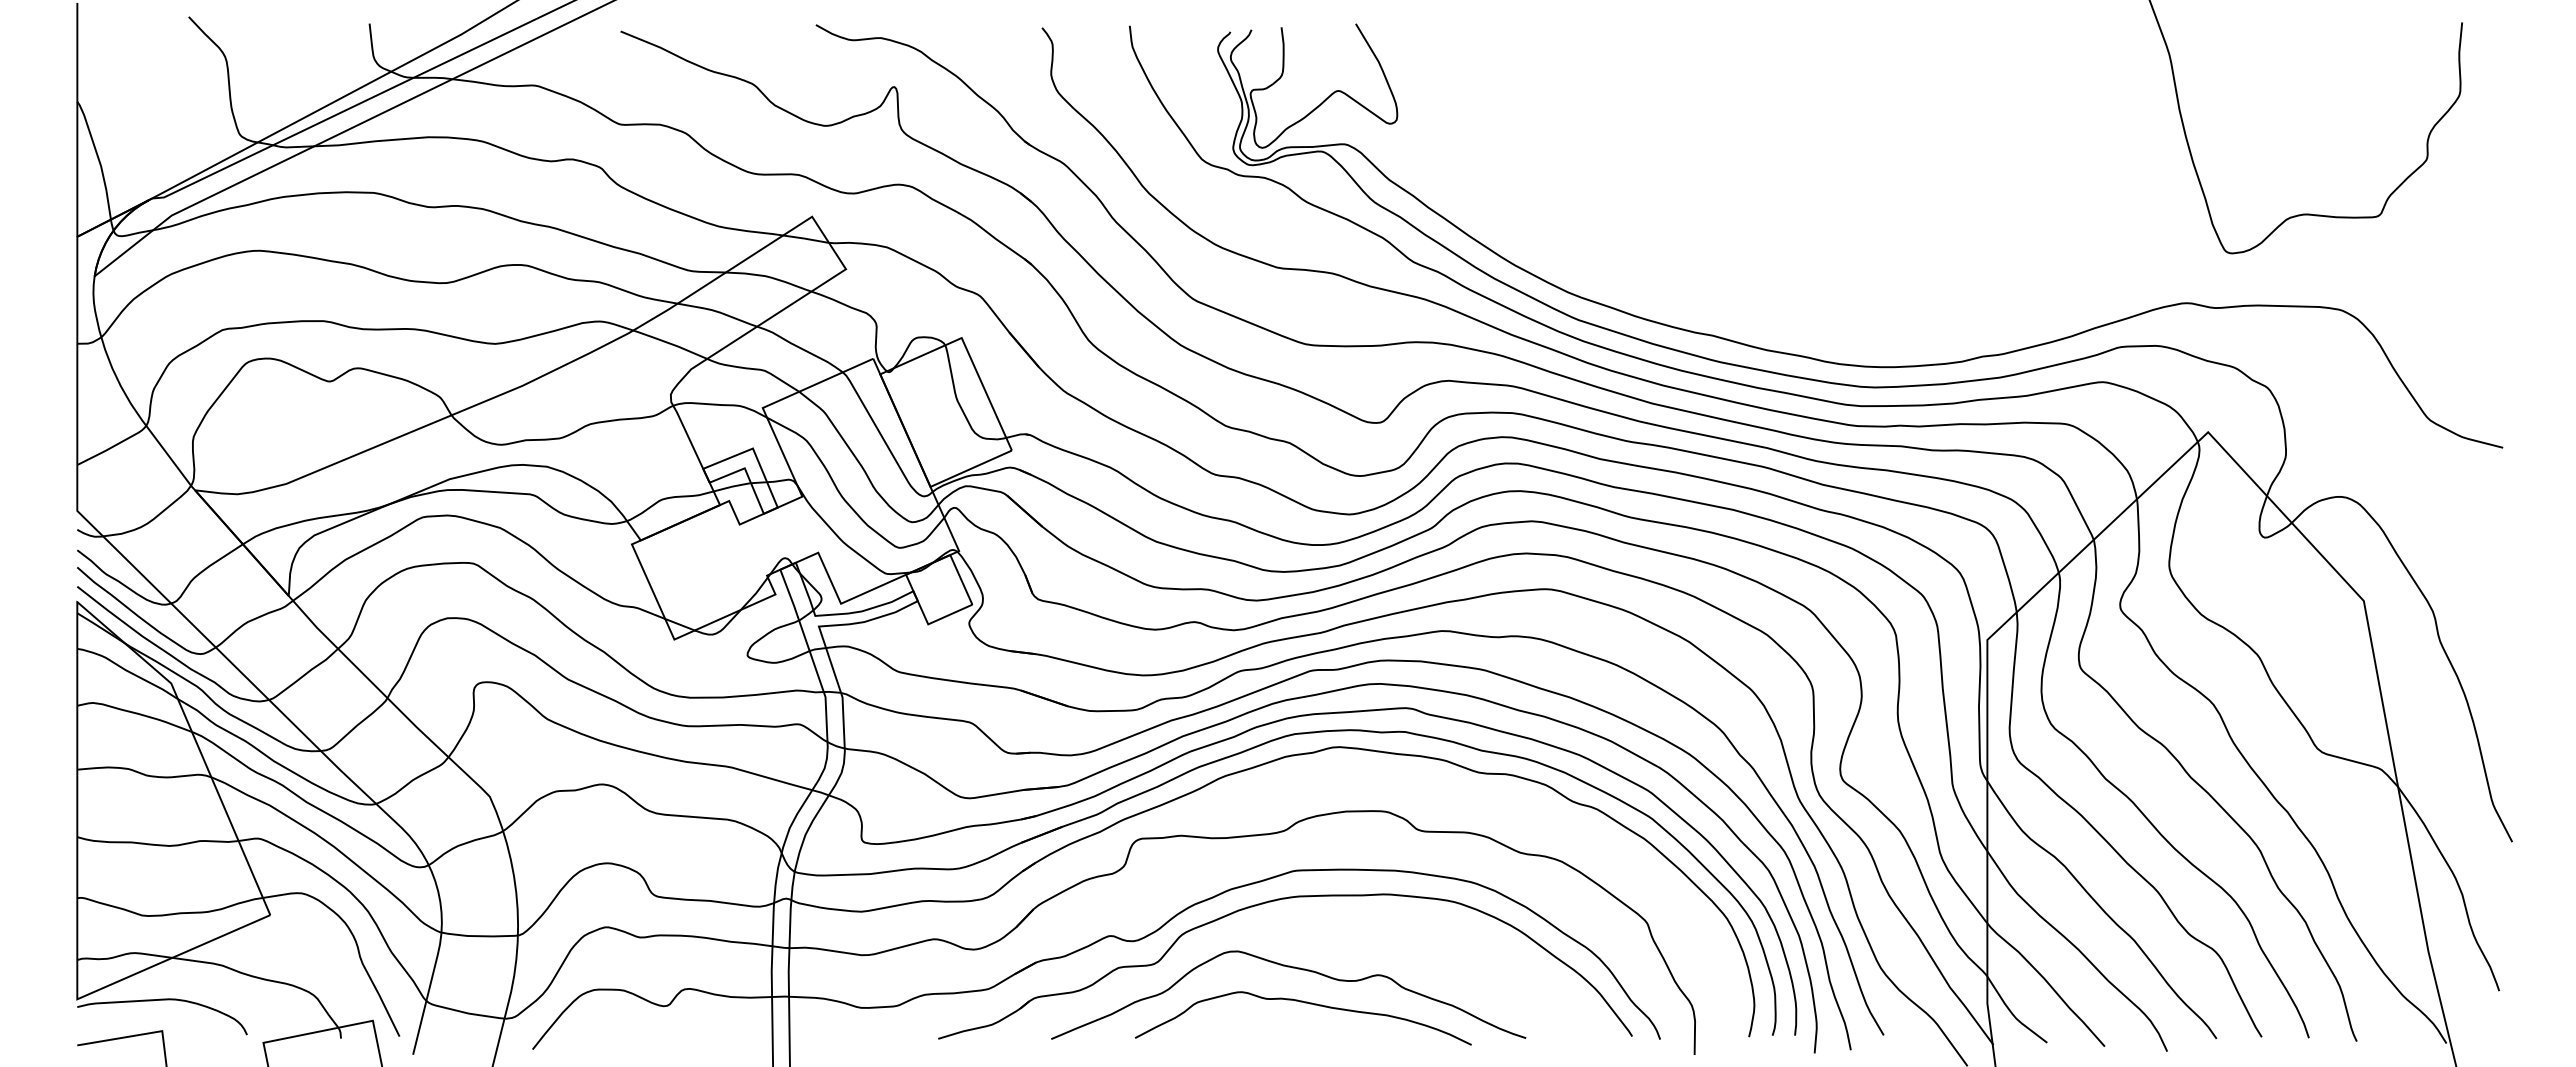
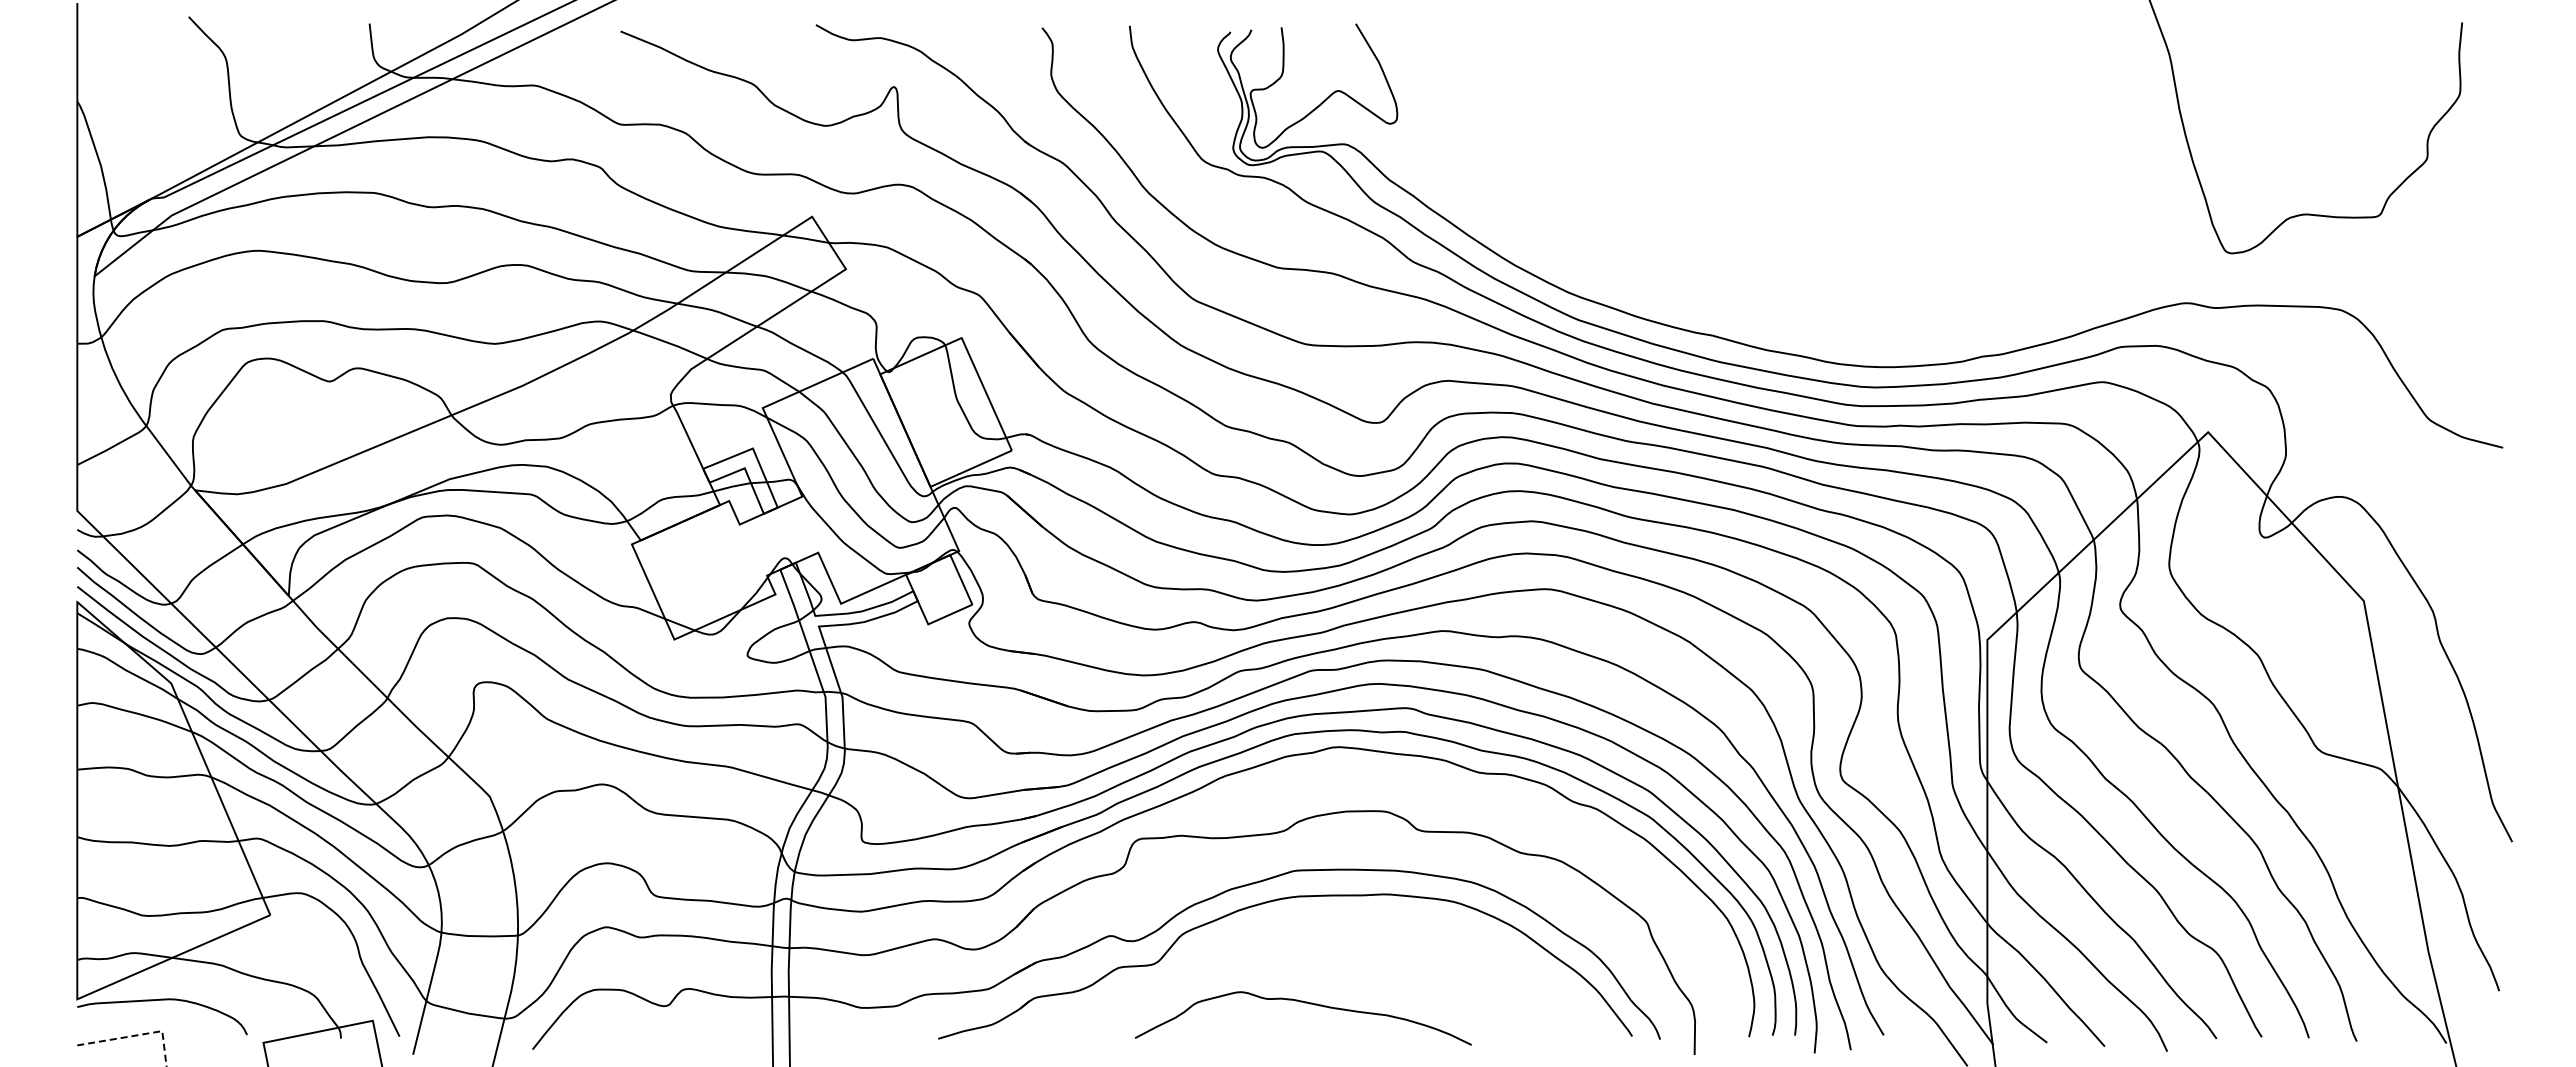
curve at (1292, 968): present -> none
line at (137, 1035): solid -> dashed
